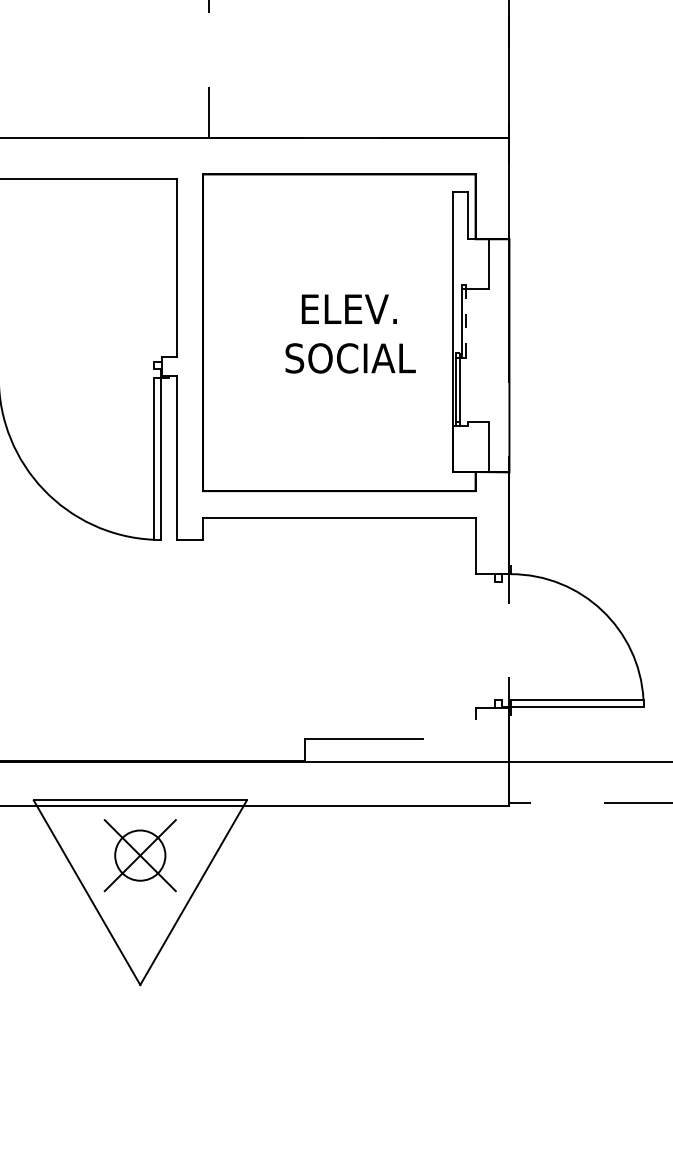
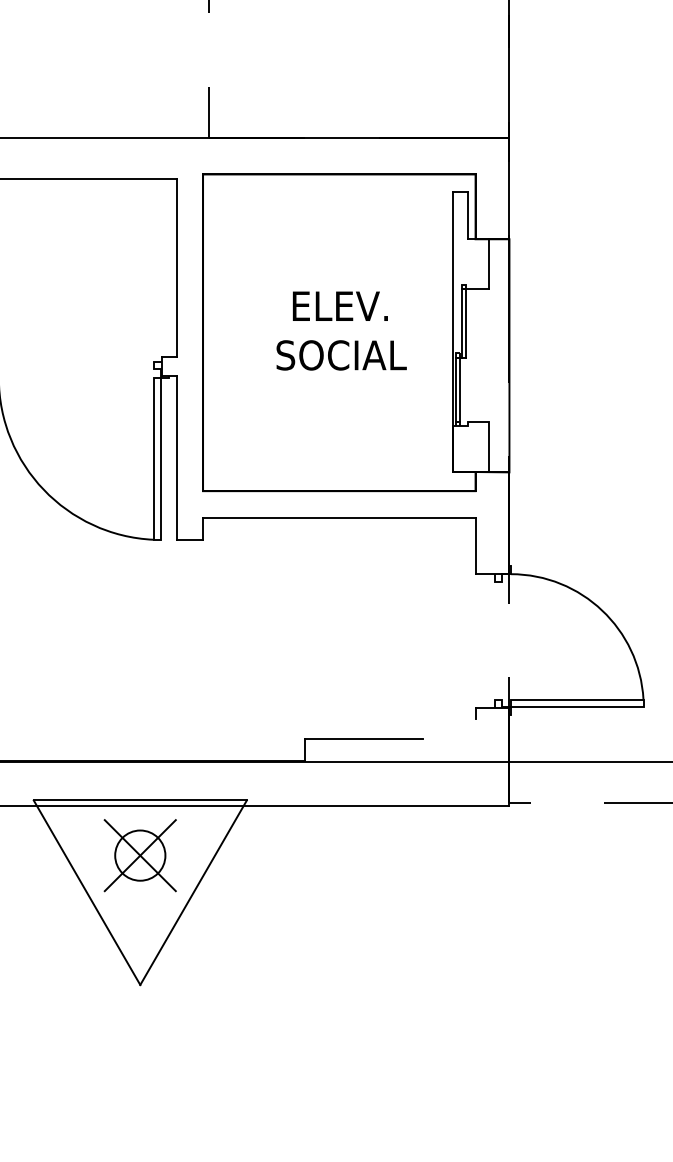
line at (466, 323): dashed -> solid
text at (350, 333) position: (350, 333) -> (341, 330)
